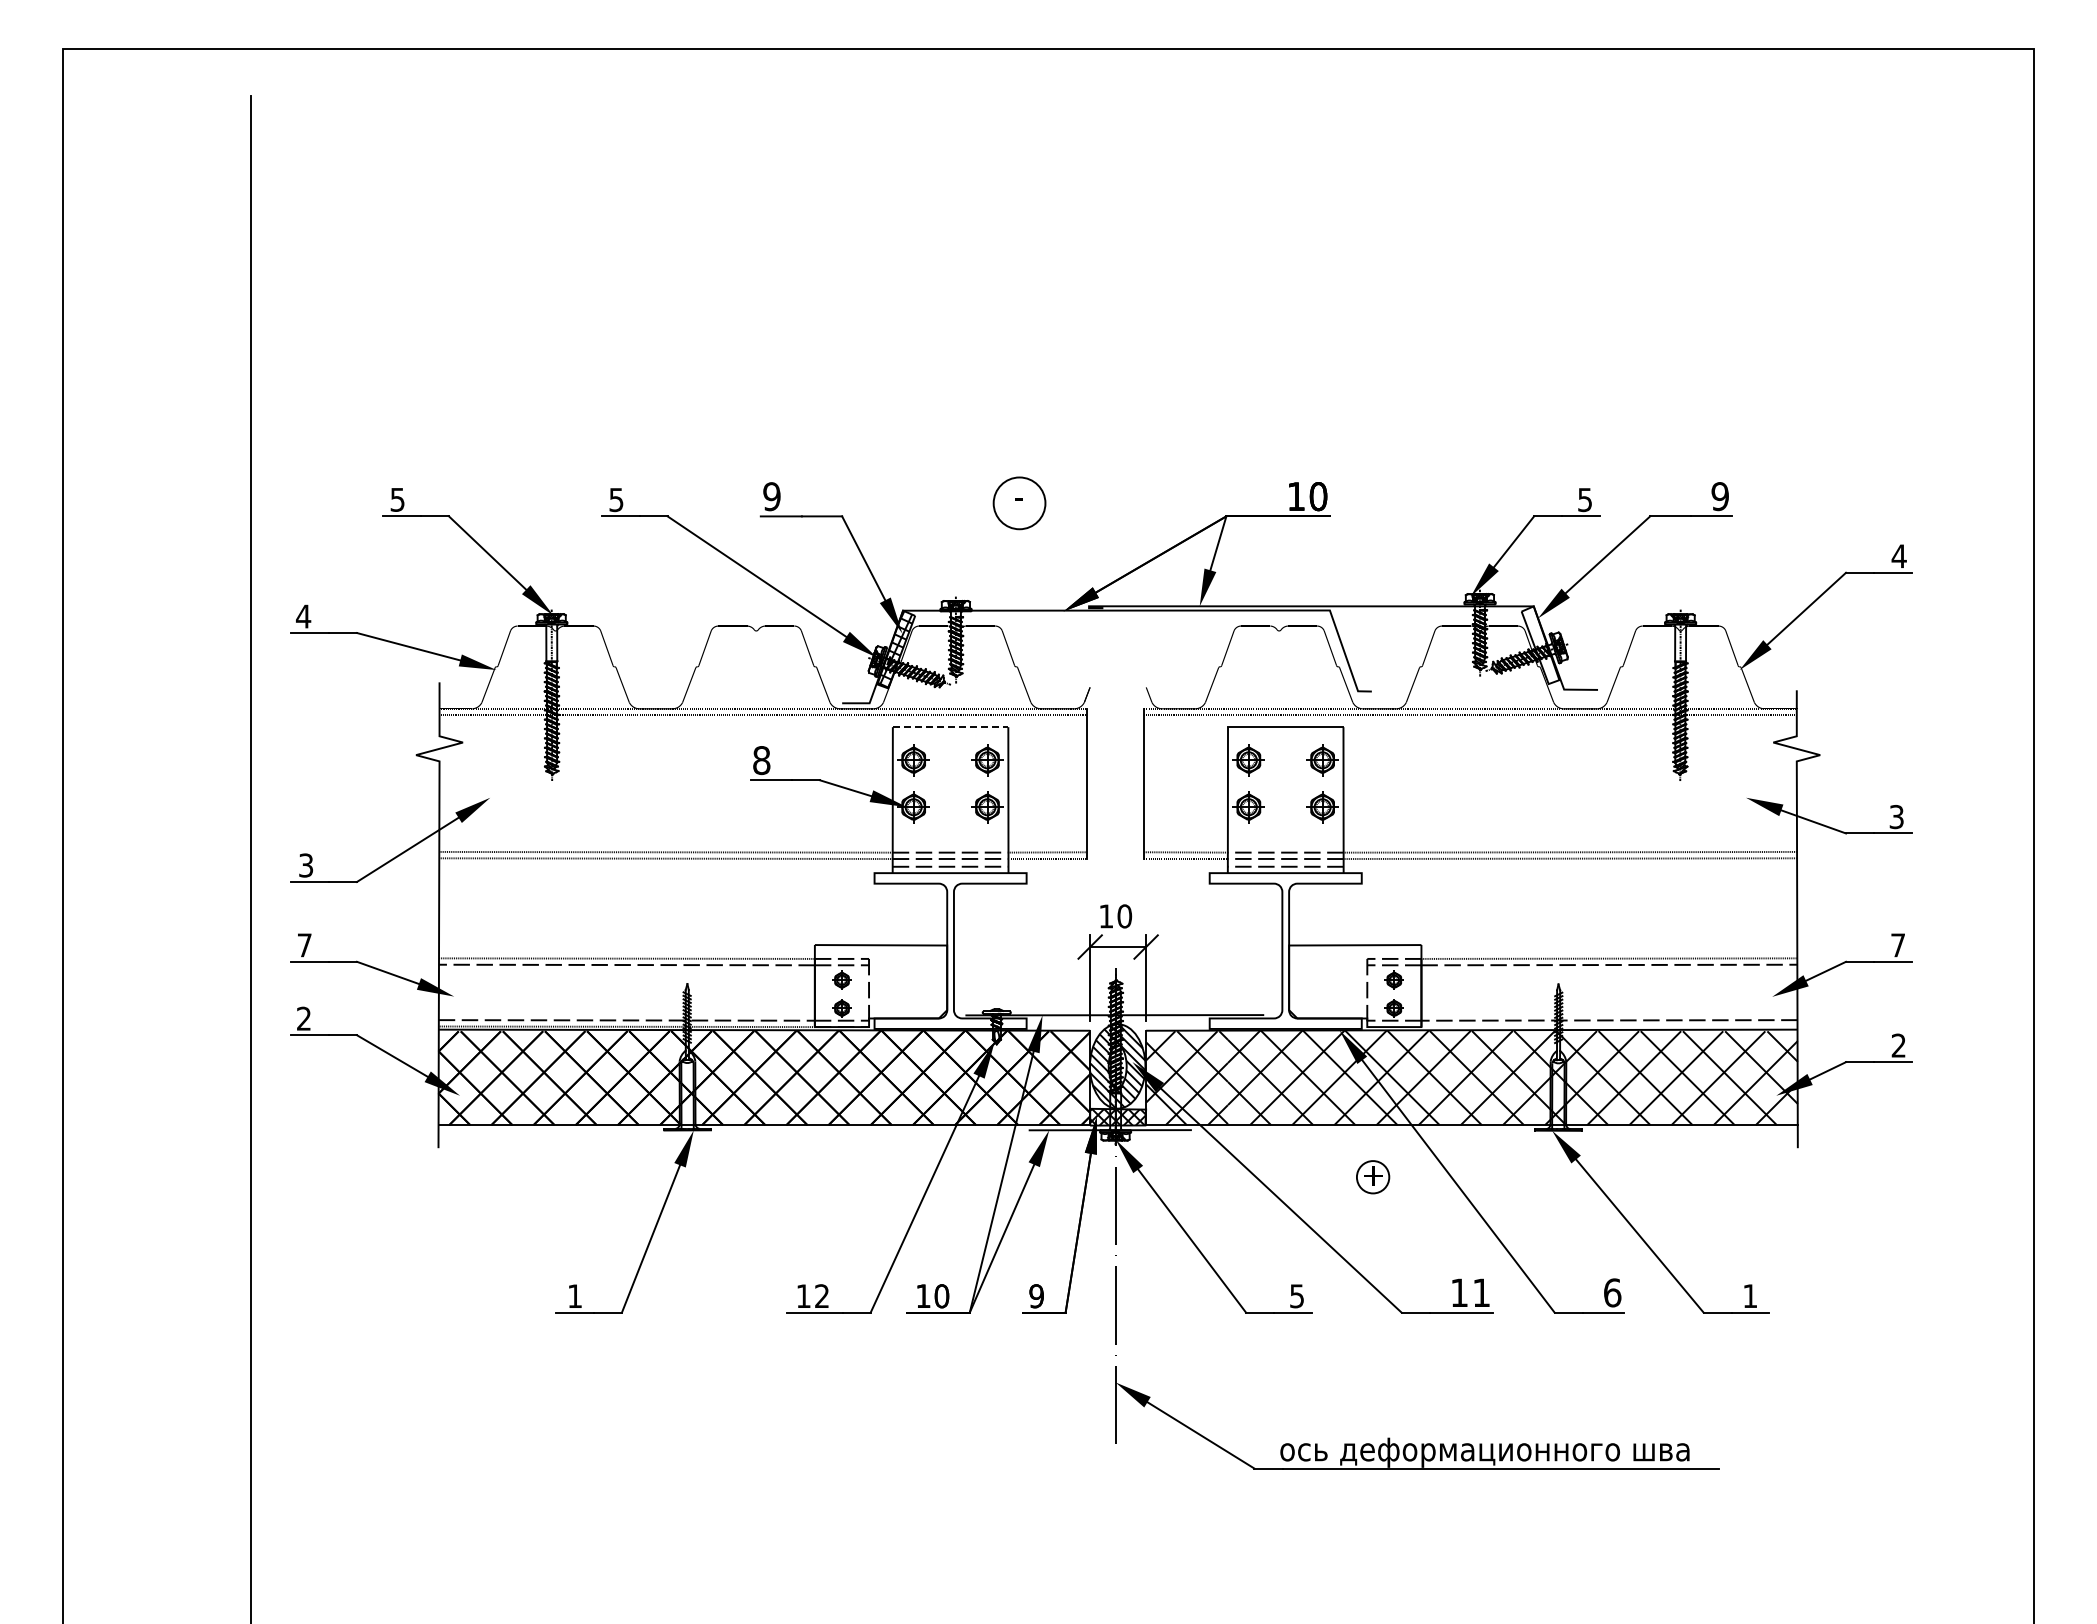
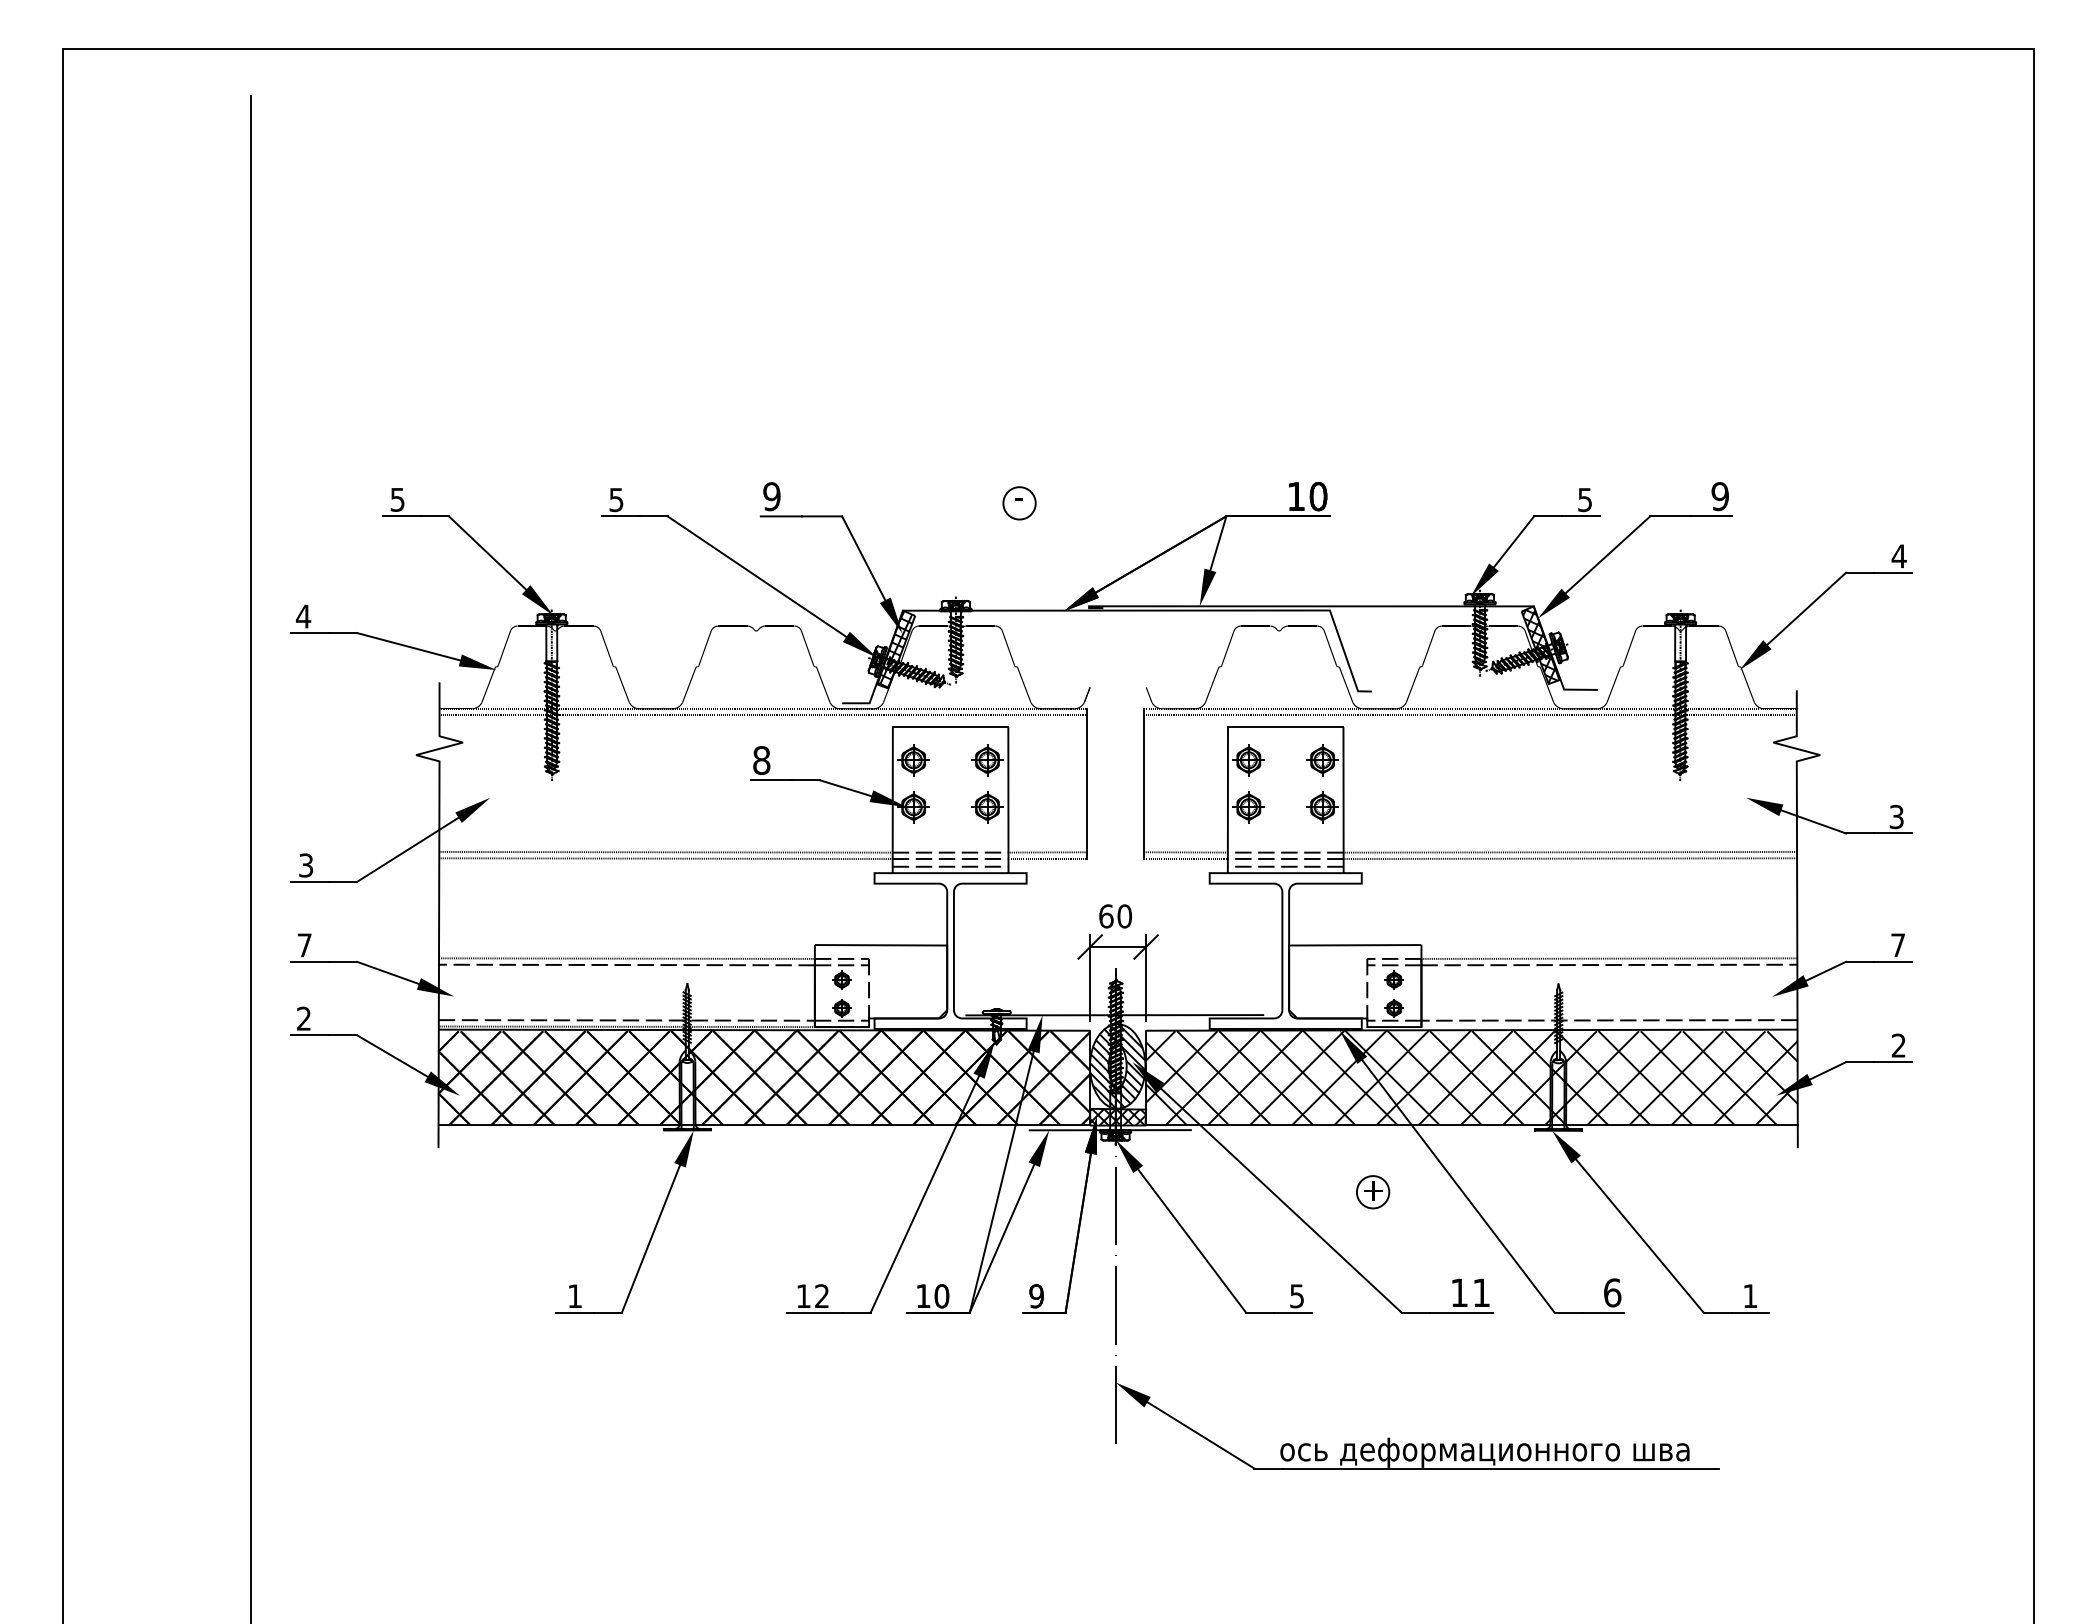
circle at (1019, 503) diameter: 52 px -> 32 px
hatch at (1541, 646): none -> present
line at (950, 727): dashed -> solid
text at (1106, 916): 10 -> 60
part at (1373, 1177) position: (1373, 1177) -> (1373, 1192)
